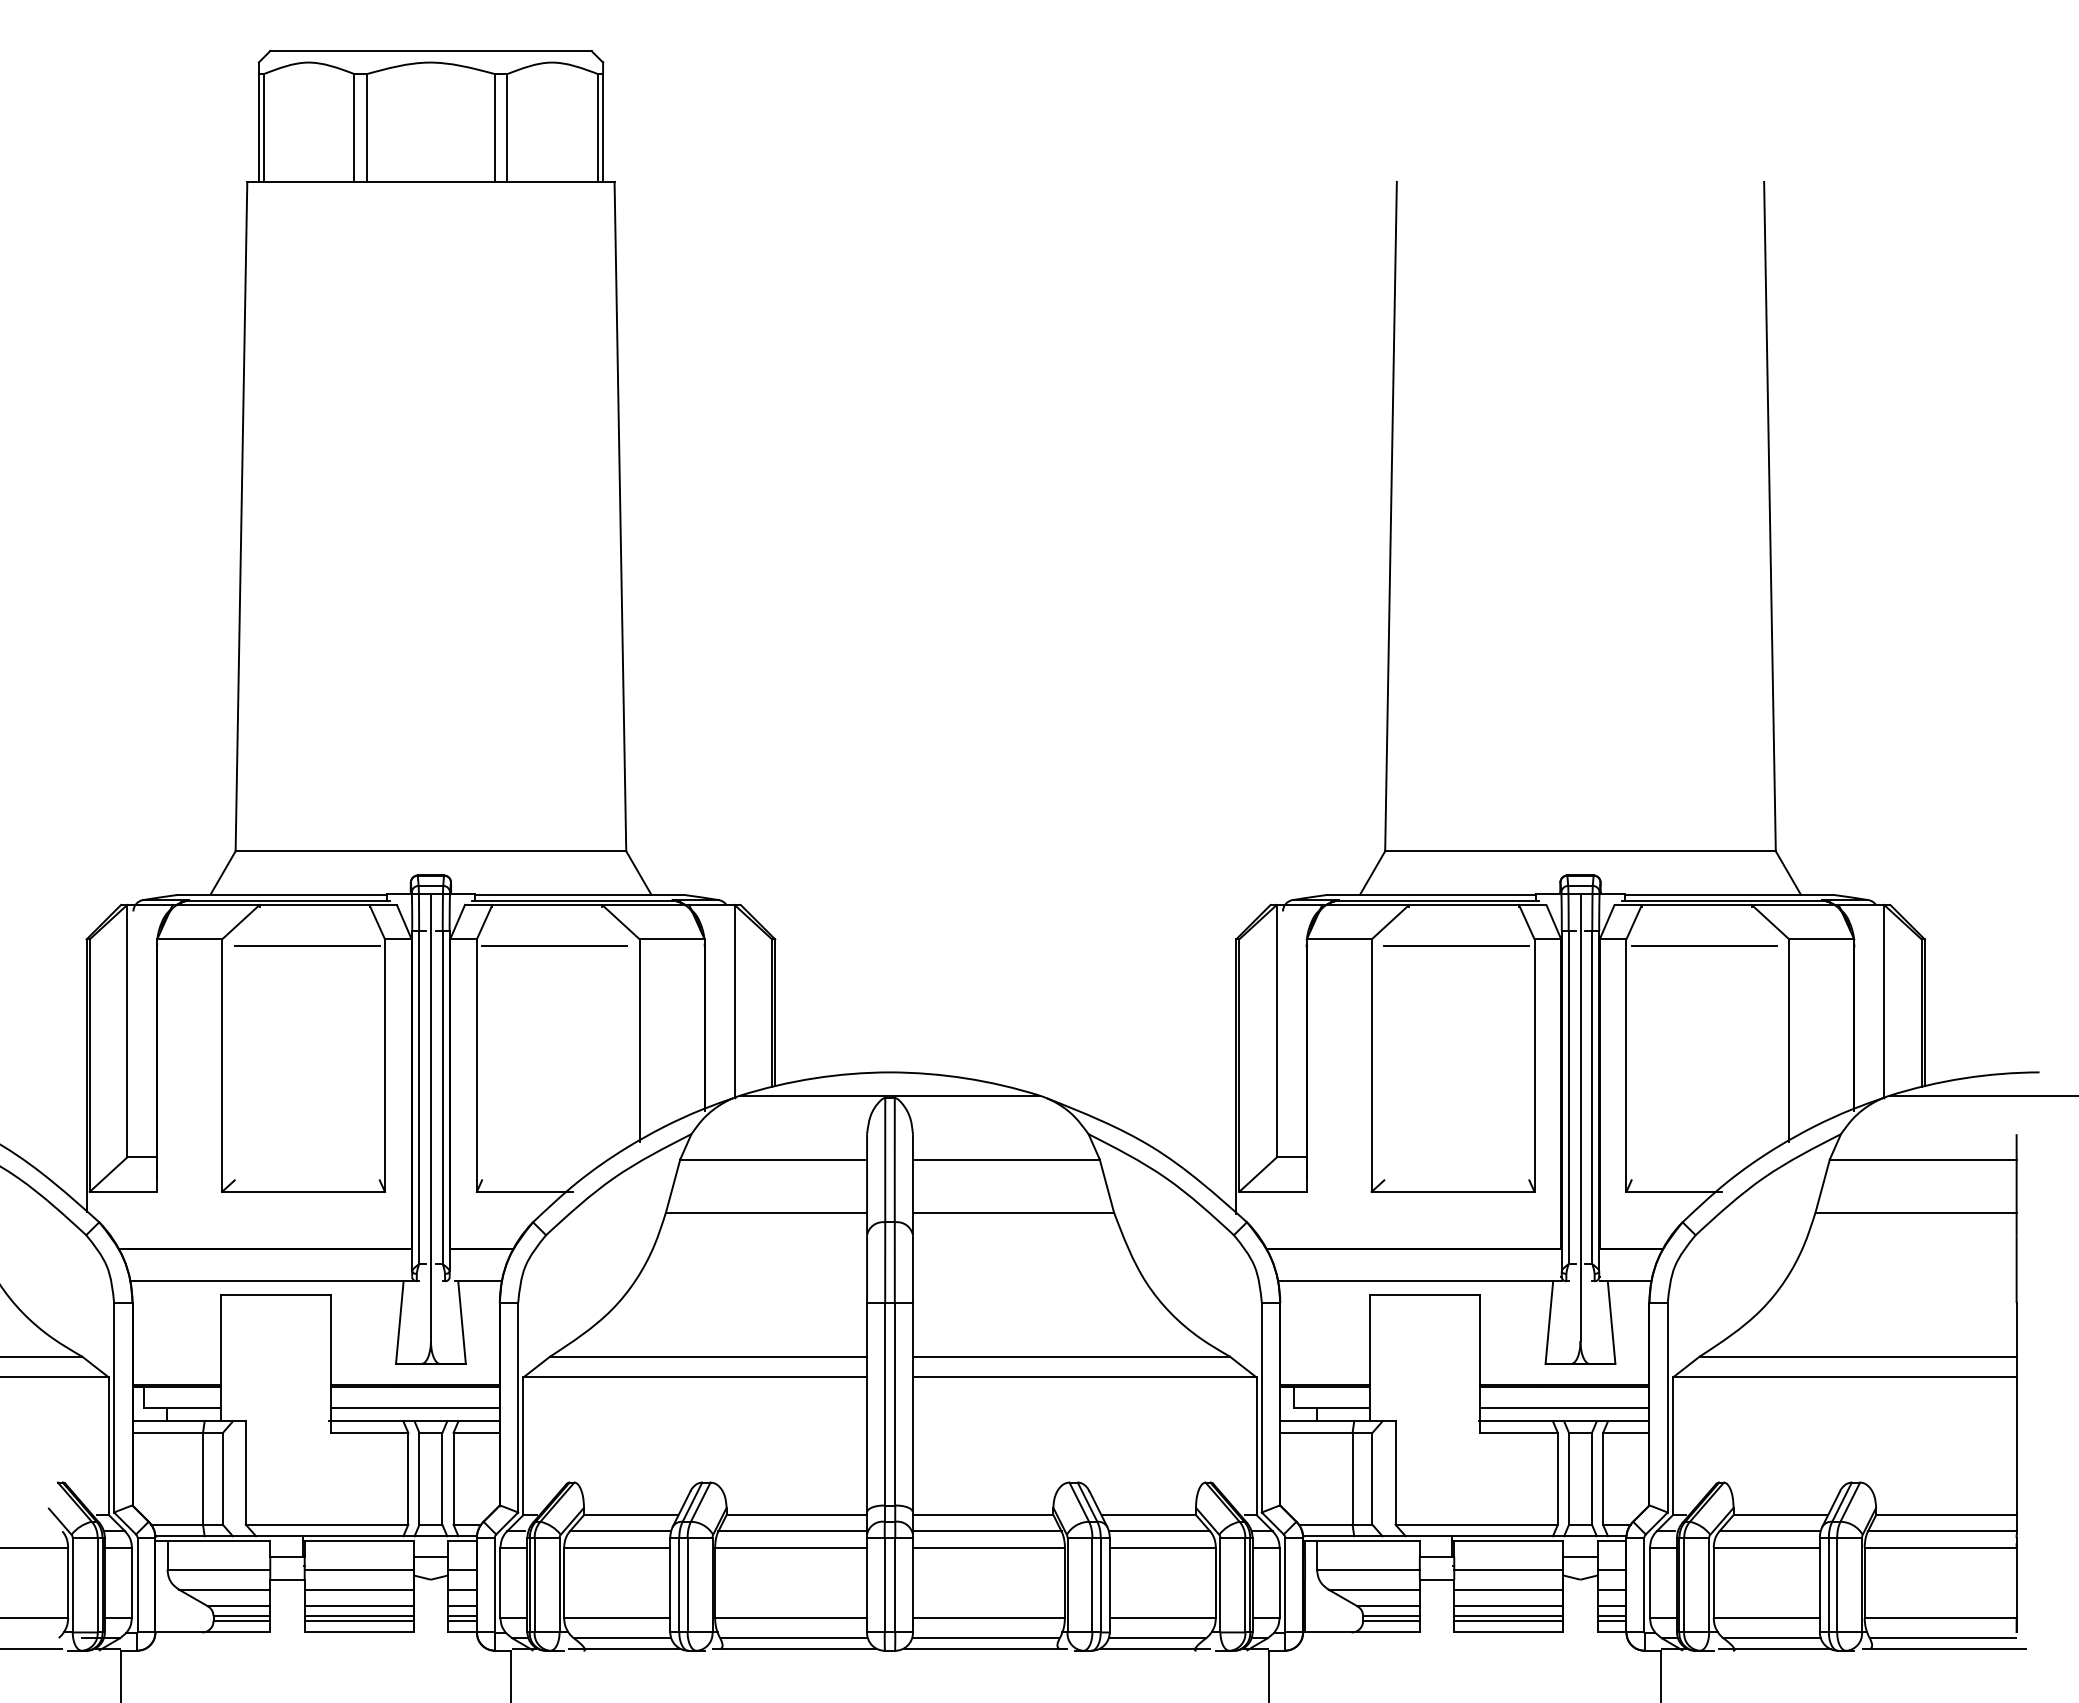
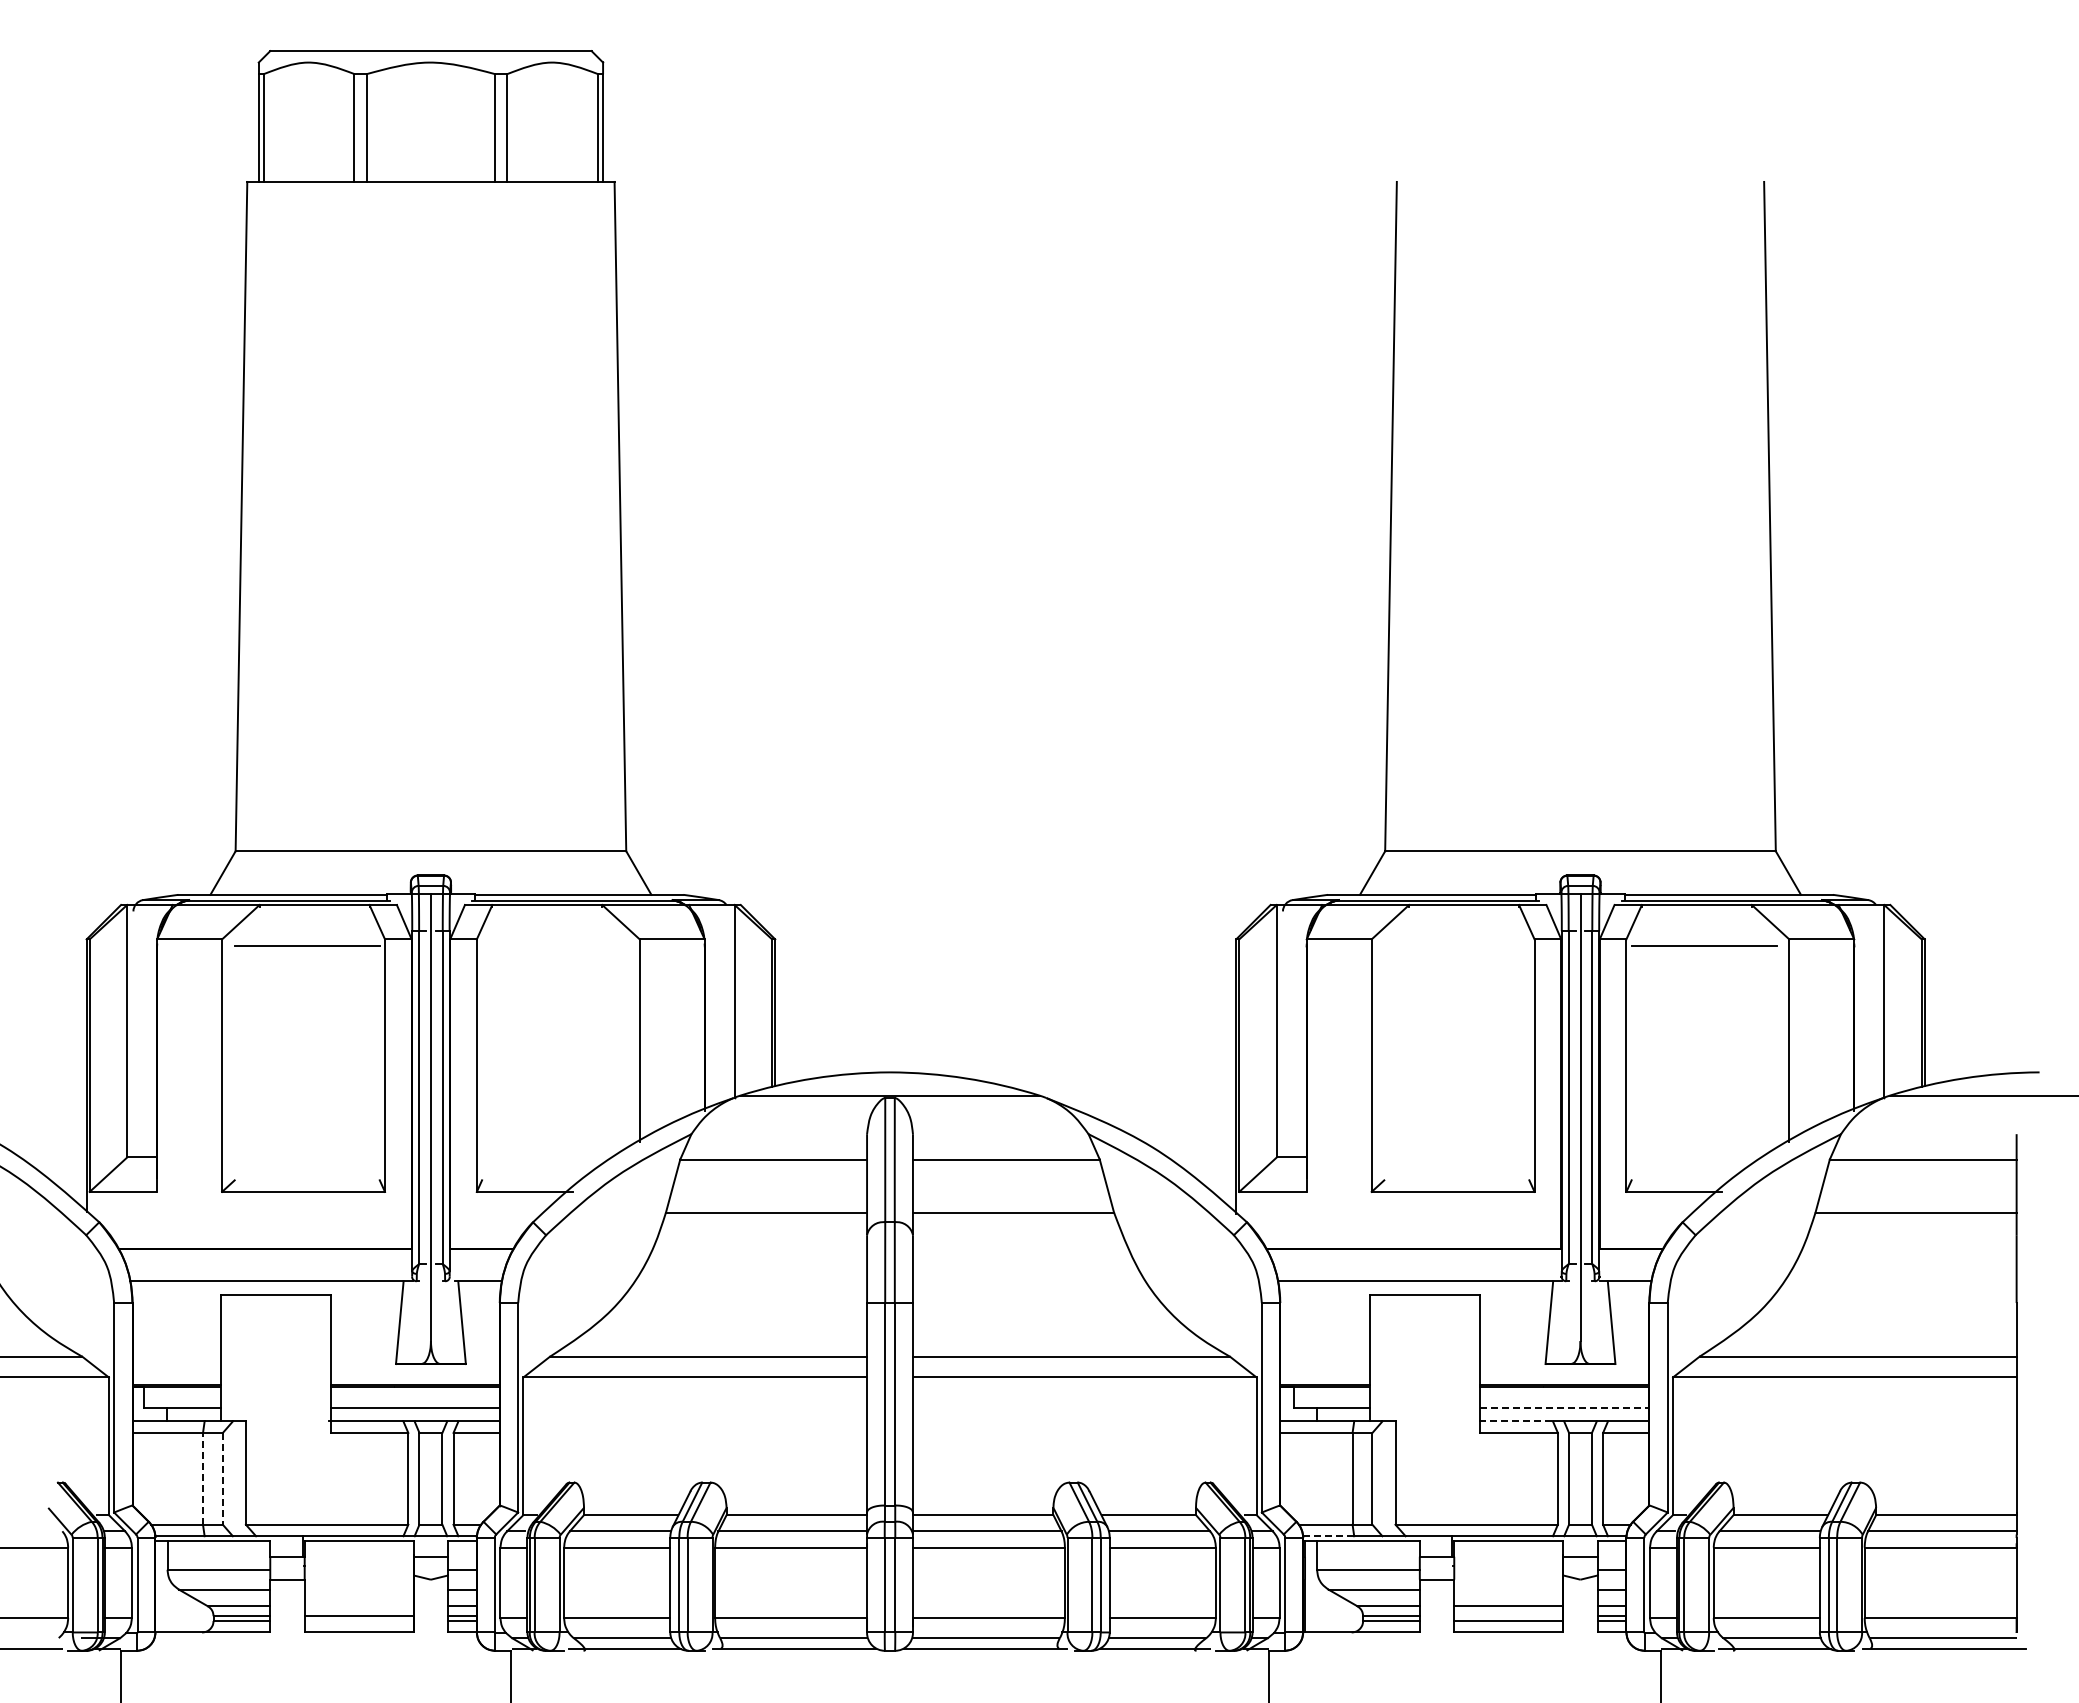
line at (554, 946): present -> none
line at (1456, 946): present -> none
line at (1564, 1407): solid -> dashed
line at (1516, 1421): solid -> dashed
line at (203, 1478): solid -> dashed
line at (222, 1478): solid -> dashed
line at (1329, 1536): solid -> dashed
line at (358, 1569): present -> none
line at (1508, 1569): present -> none
line at (358, 1589): present -> none
line at (1508, 1589): present -> none
line at (358, 1606): present -> none
line at (1508, 1616): present -> none
line at (358, 1621): present -> none
